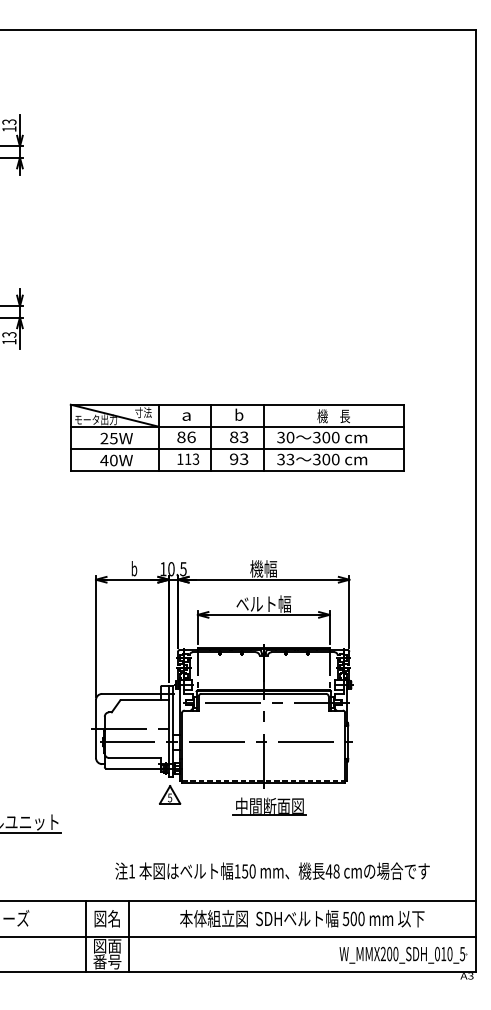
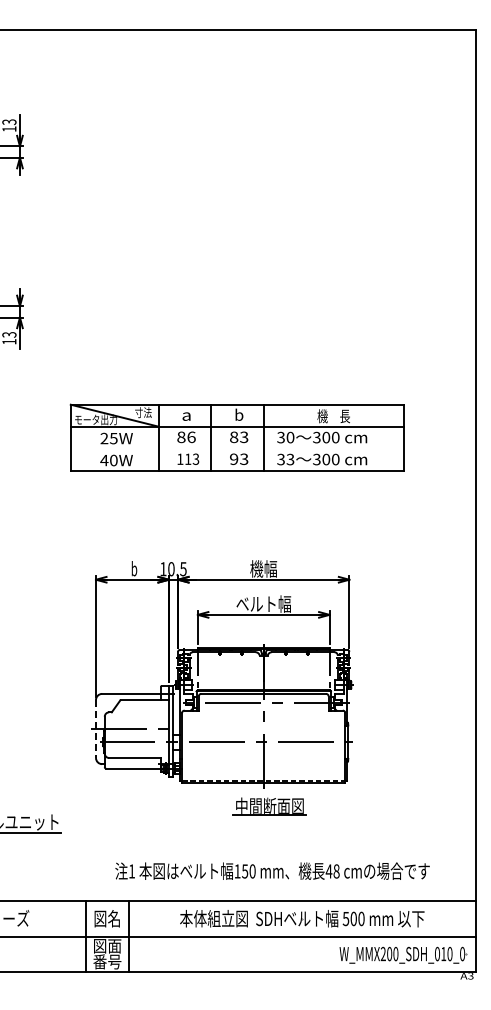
line at (236, 448): present -> none
line at (96, 729): solid -> dashed
part at (170, 794): present -> none
text at (462, 953): W_MMX200_SDH_010_5 -> W_MMX200_SDH_010_0
